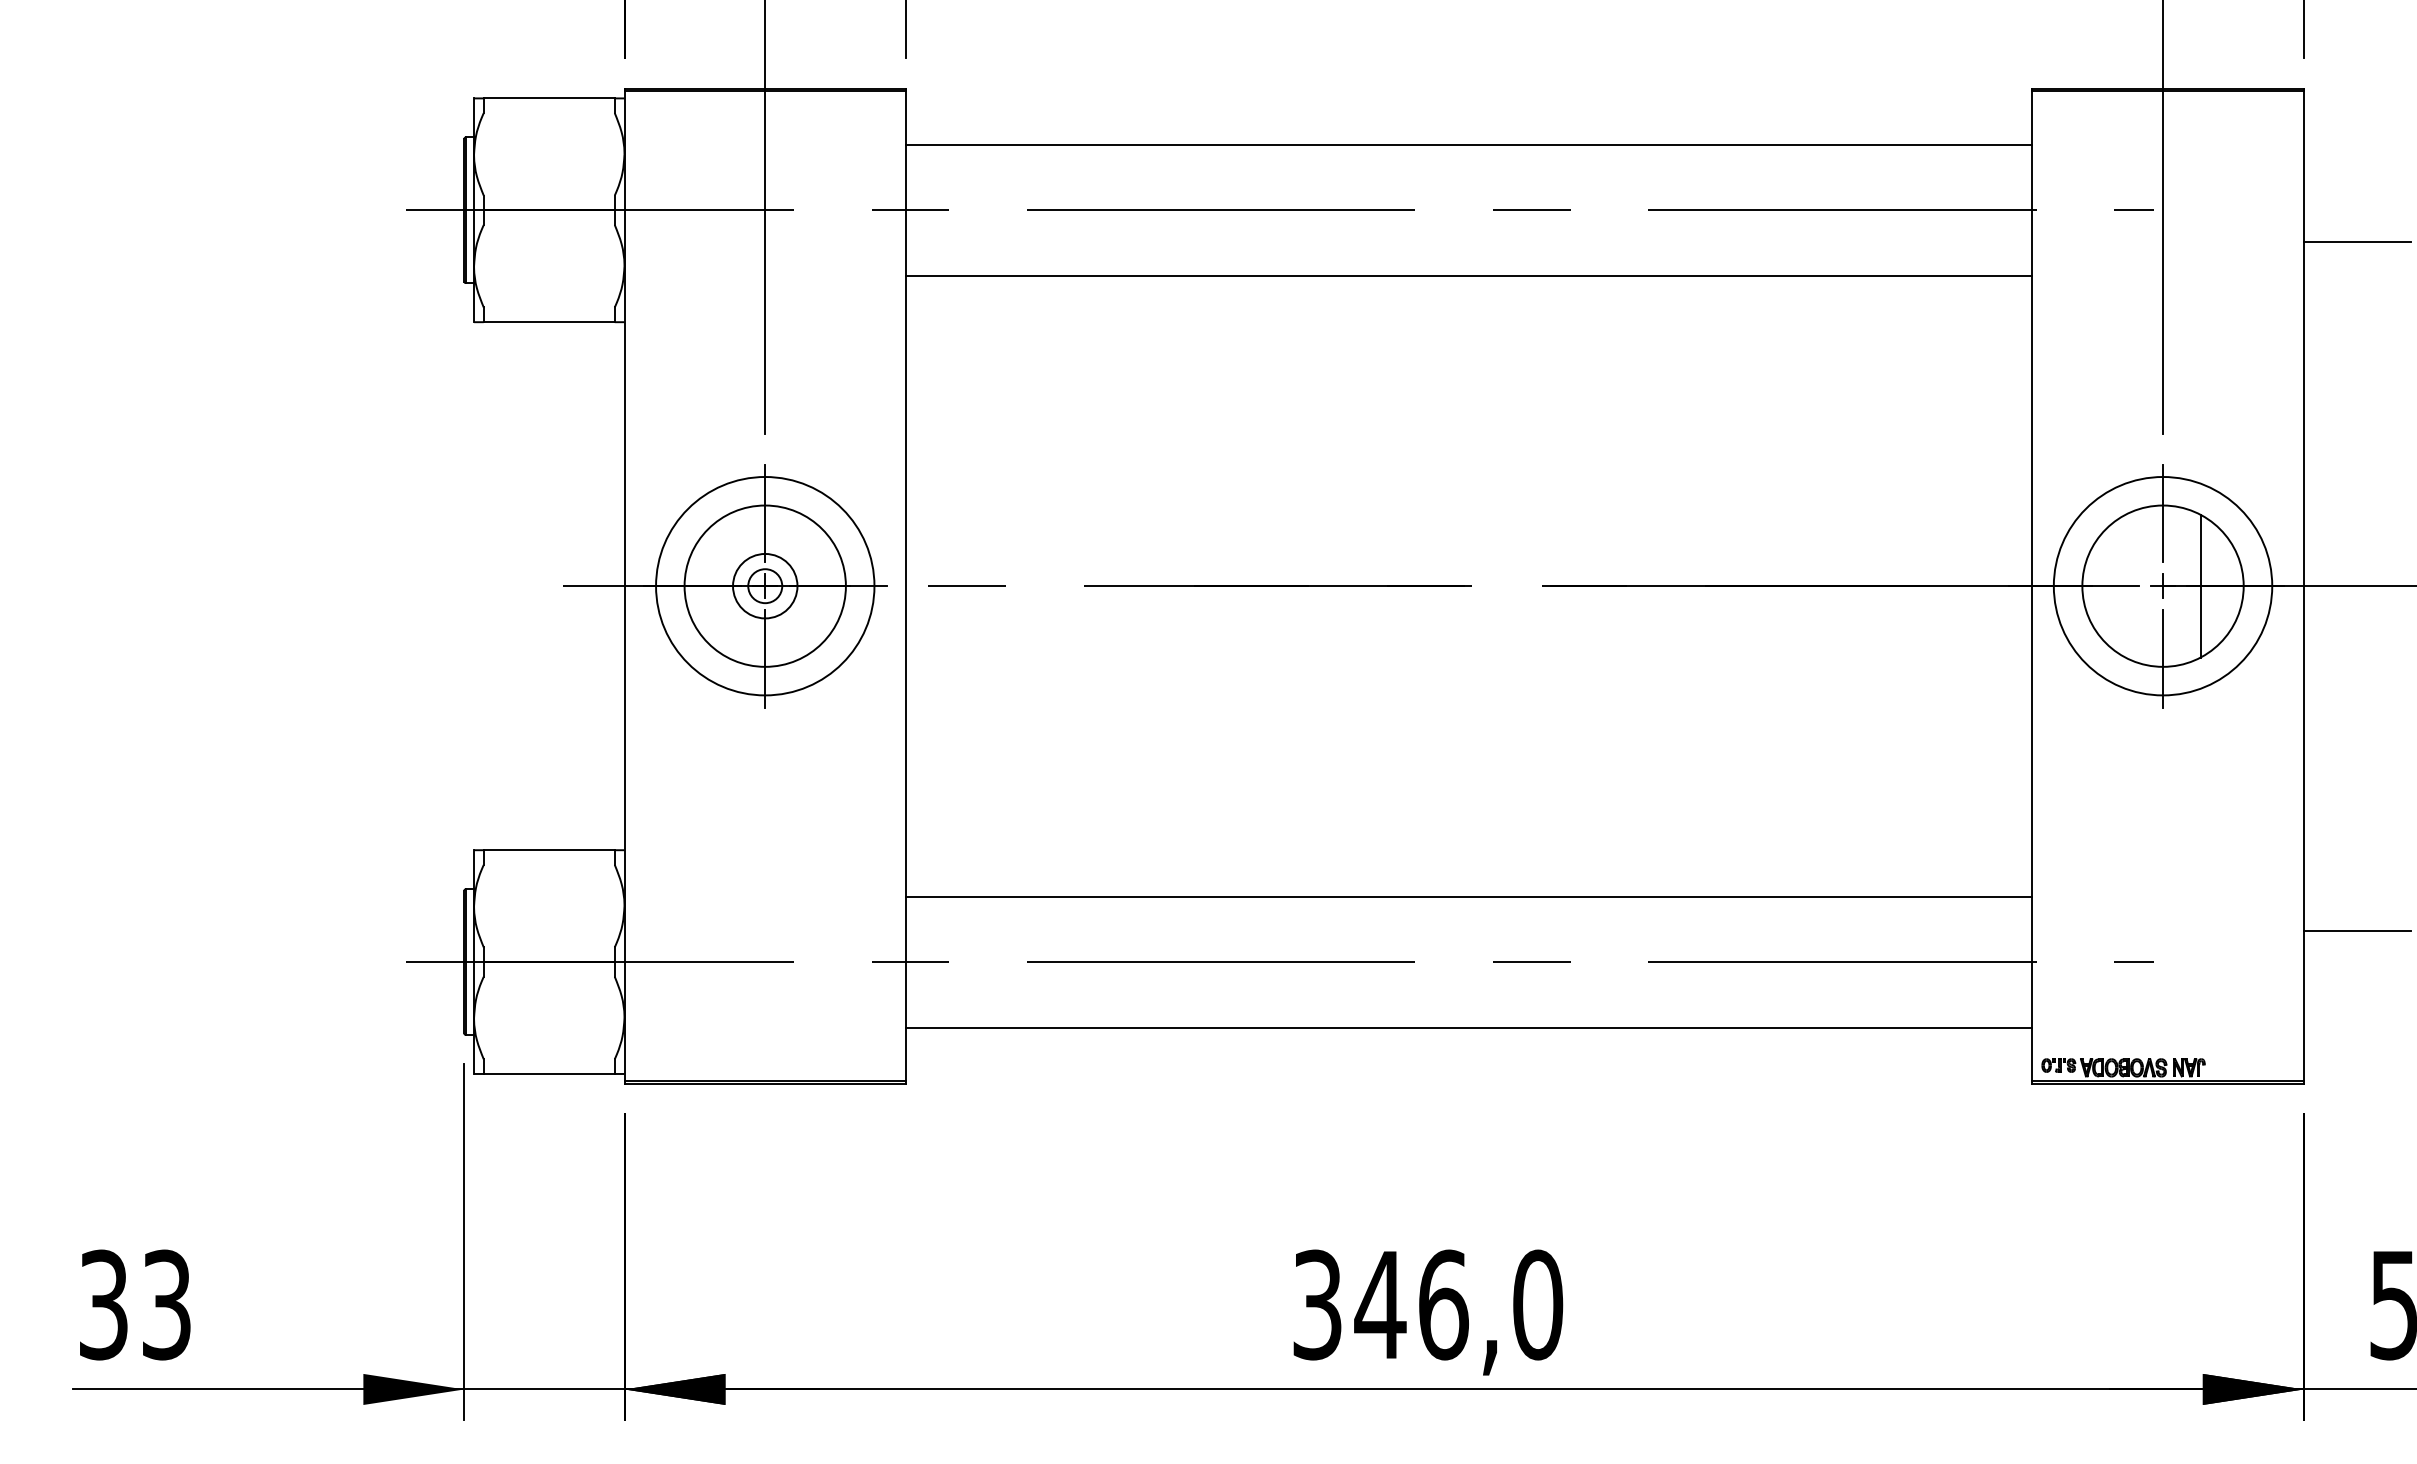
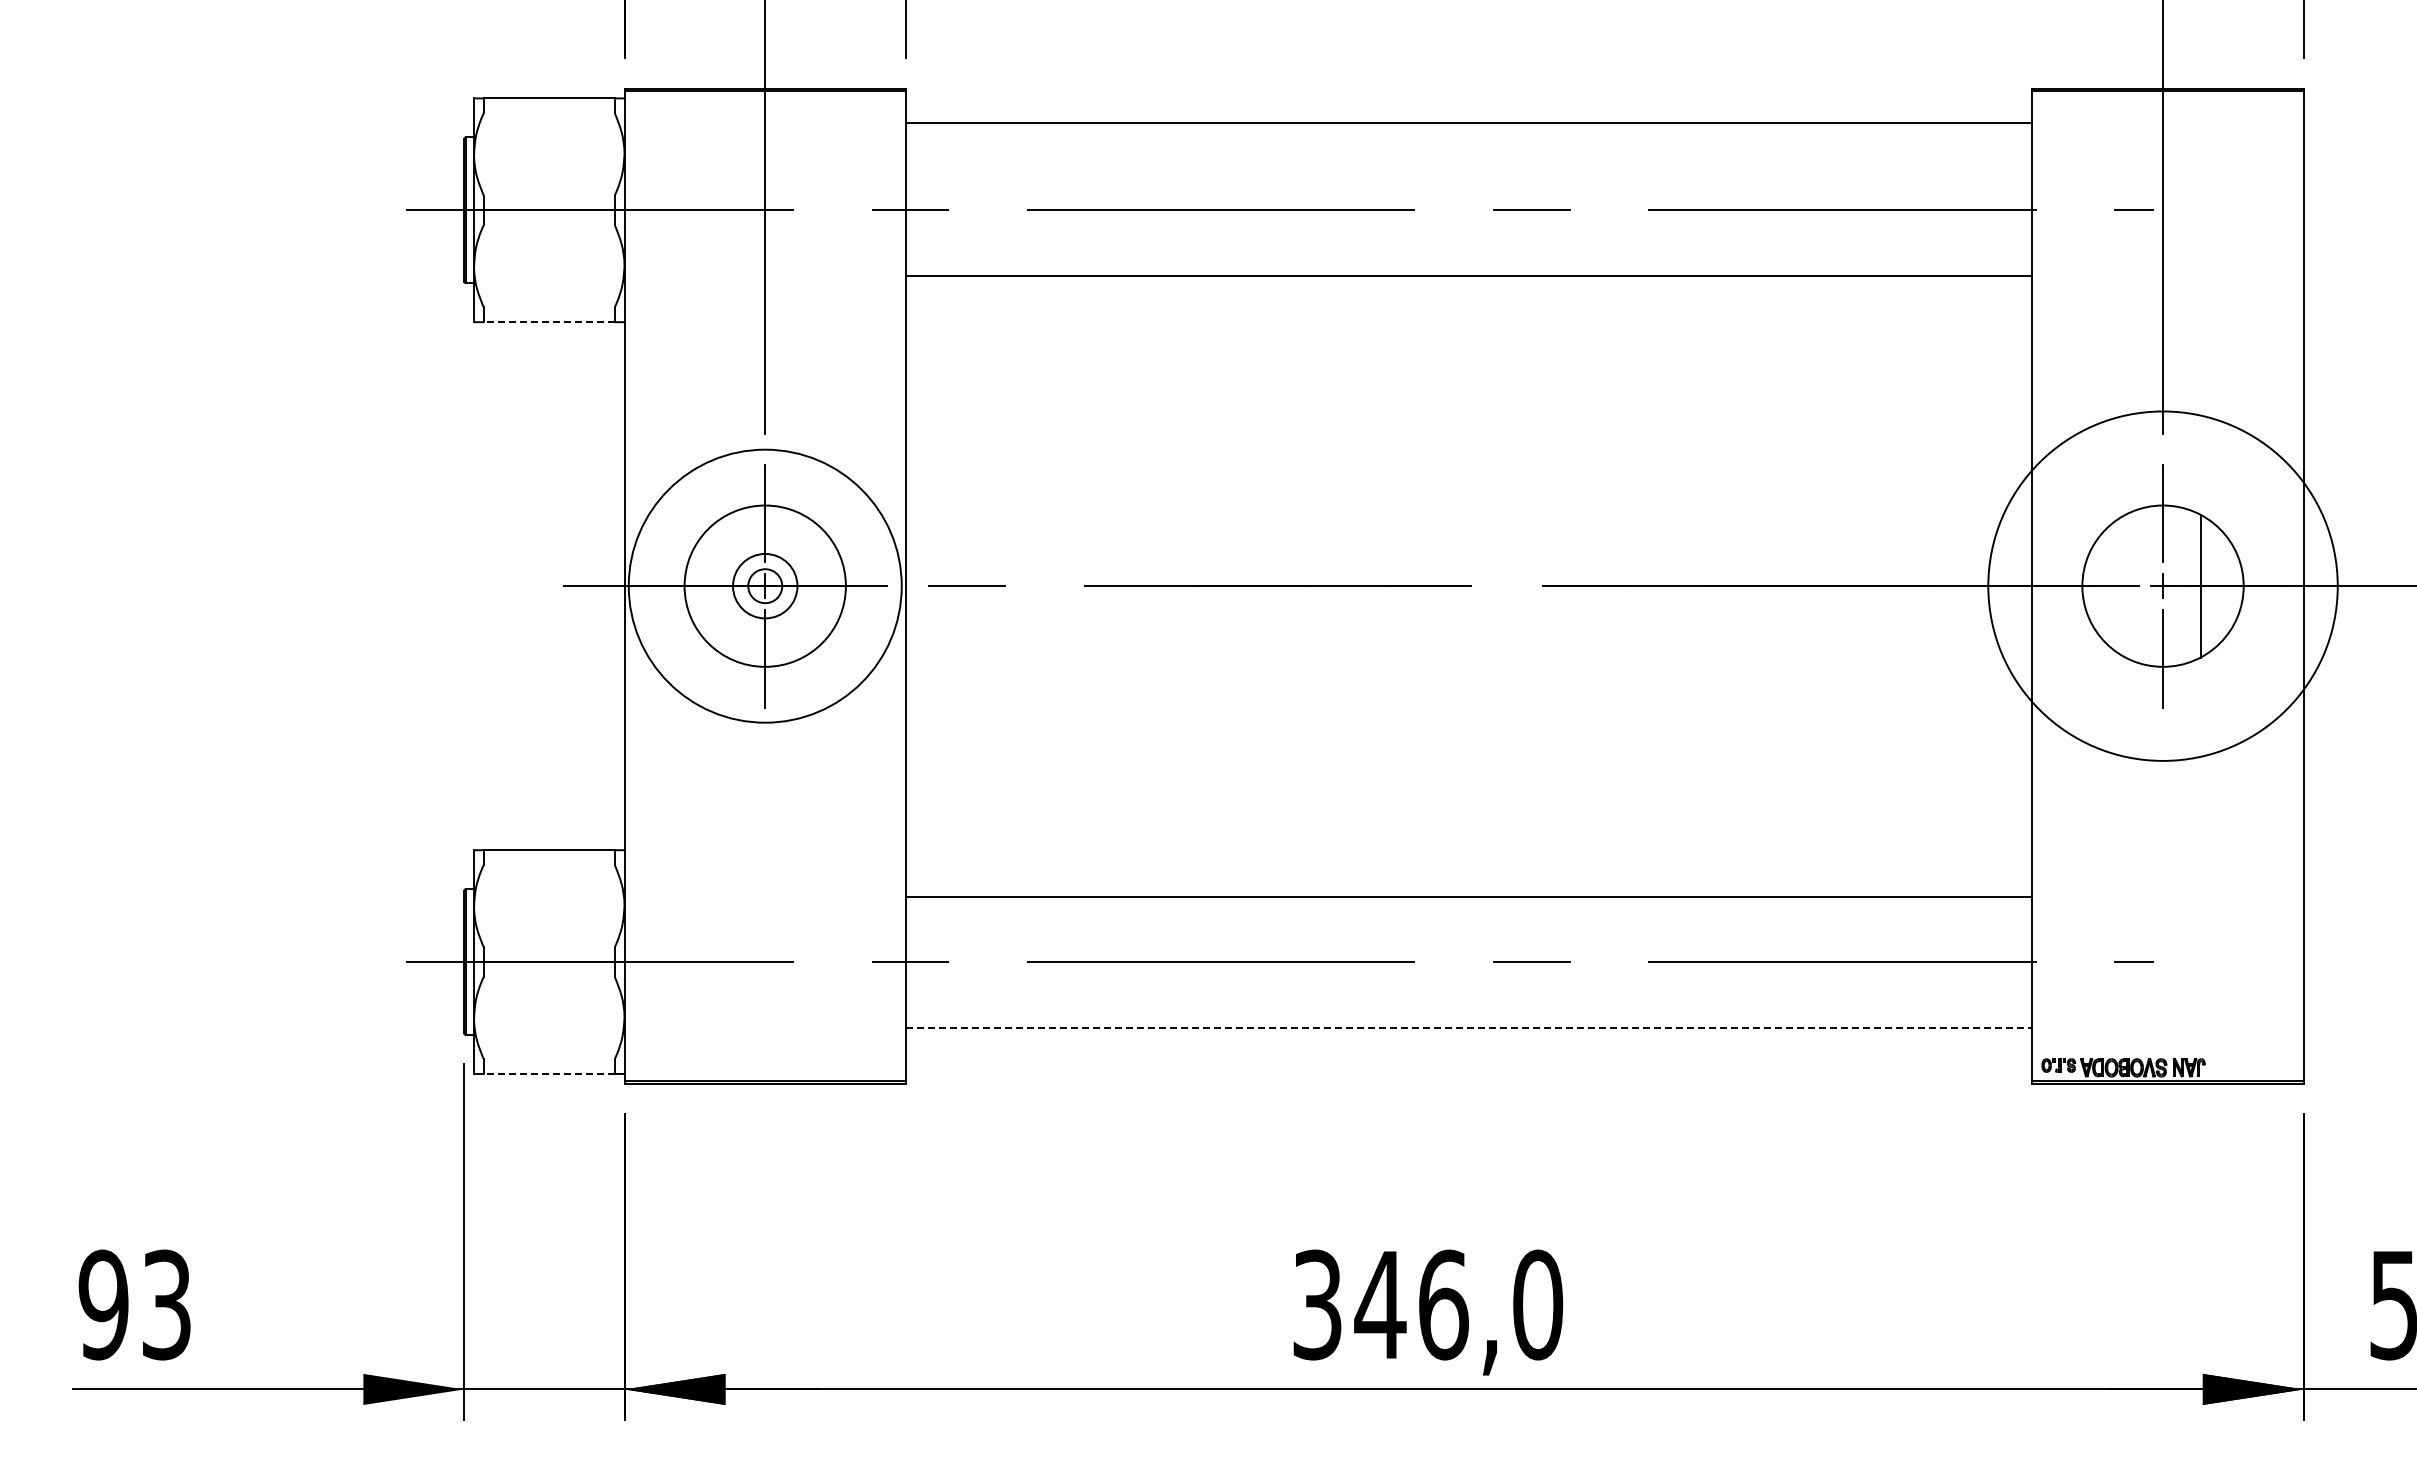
line at (1468, 144) position: (1468, 144) -> (1468, 122)
line at (2356, 241): present -> none
line at (549, 322): solid -> dashed
circle at (765, 586) diameter: 218 px -> 273 px
circle at (2162, 586) diameter: 218 px -> 349 px
line at (2356, 930): present -> none
line at (1469, 1027): solid -> dashed
line at (549, 1073): solid -> dashed
text at (103, 1304): 33 -> 93
